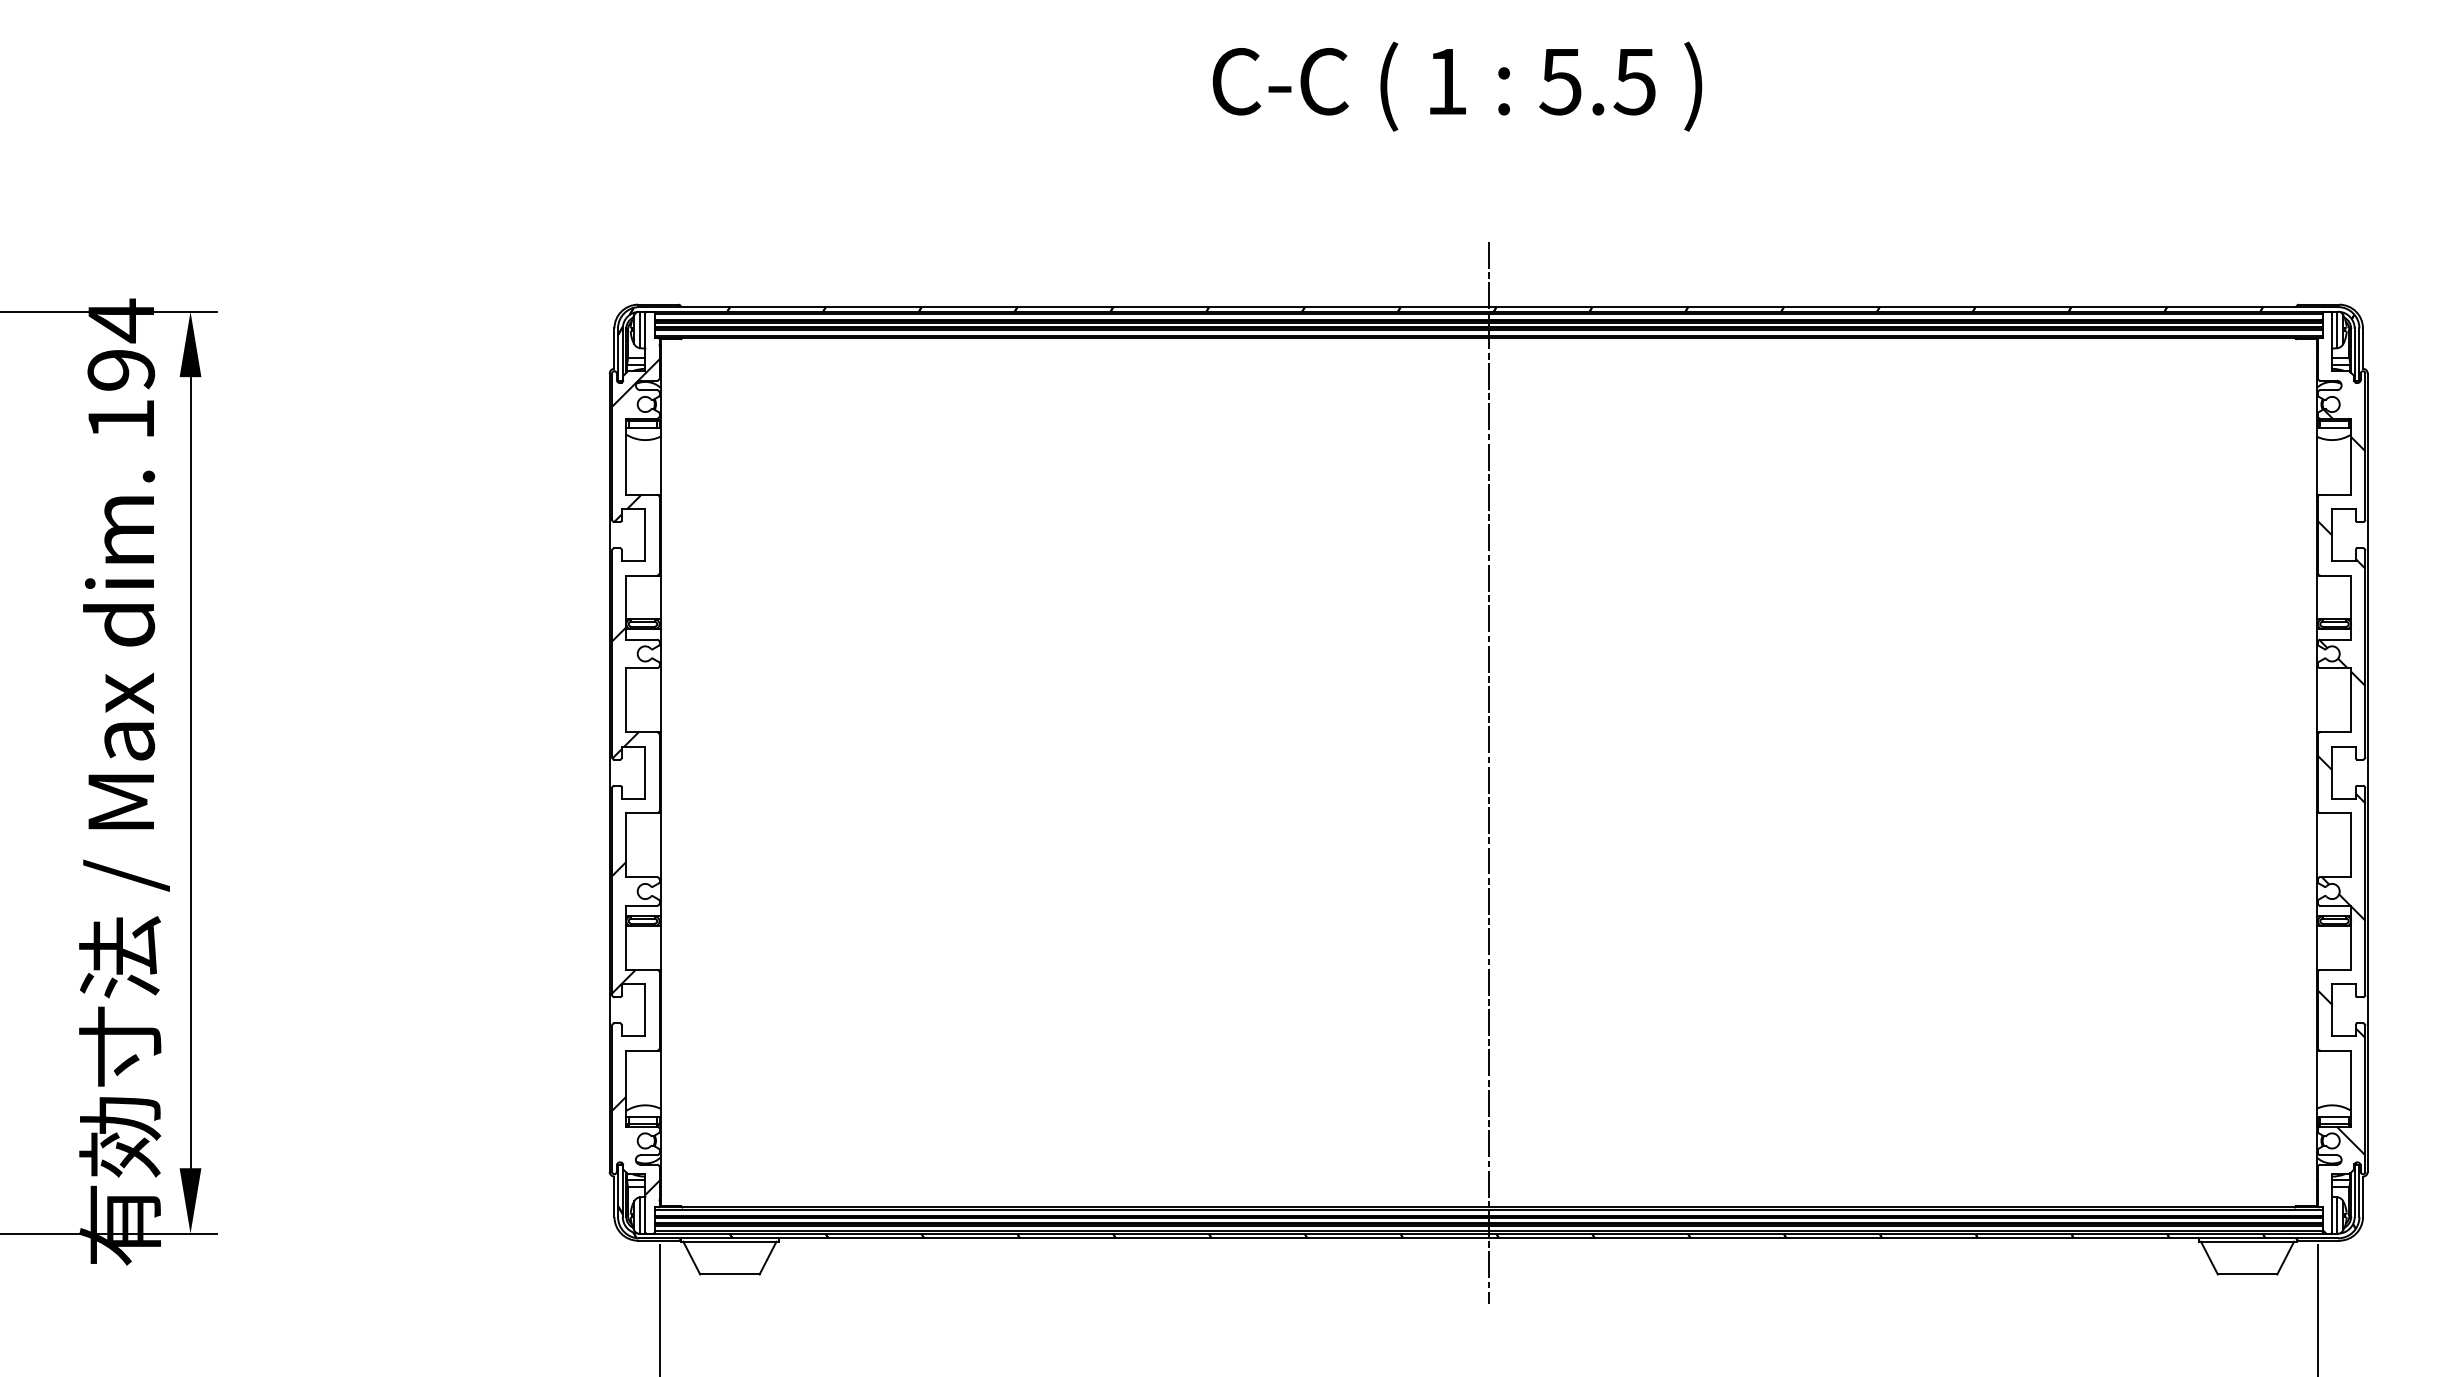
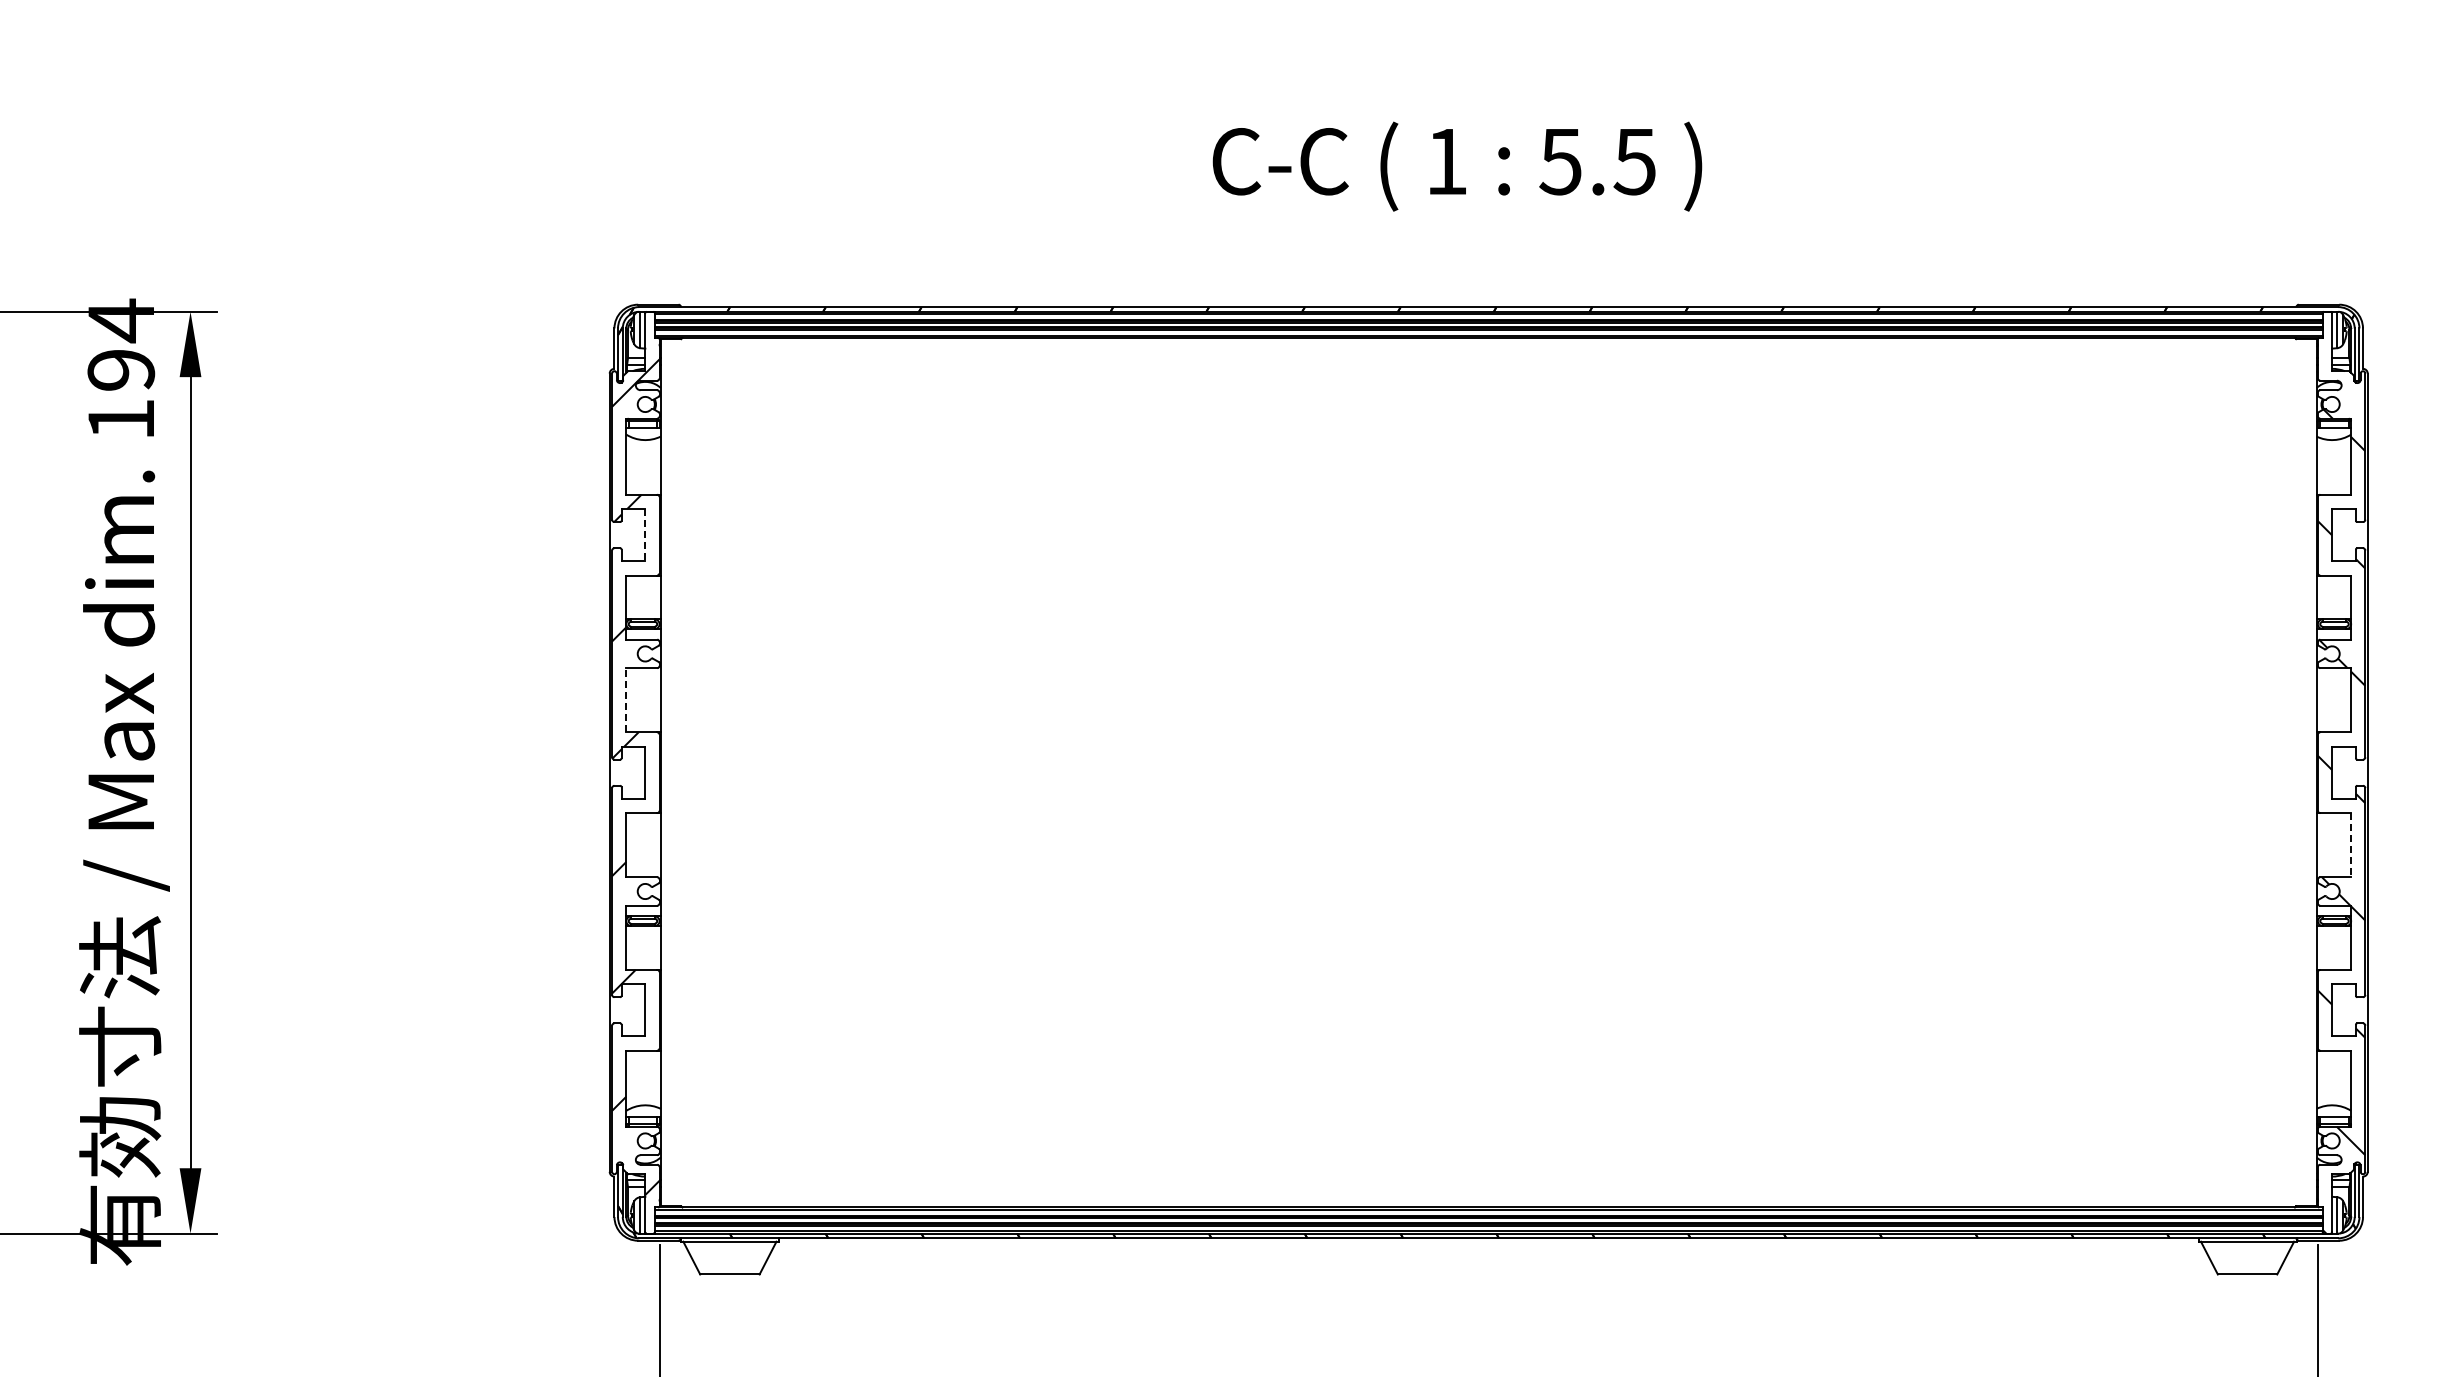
text at (1457, 86) position: (1457, 86) -> (1457, 166)
line at (645, 535): solid -> dashed
line at (626, 699): solid -> dashed
line at (1488, 772): present -> none
line at (2351, 845): solid -> dashed
